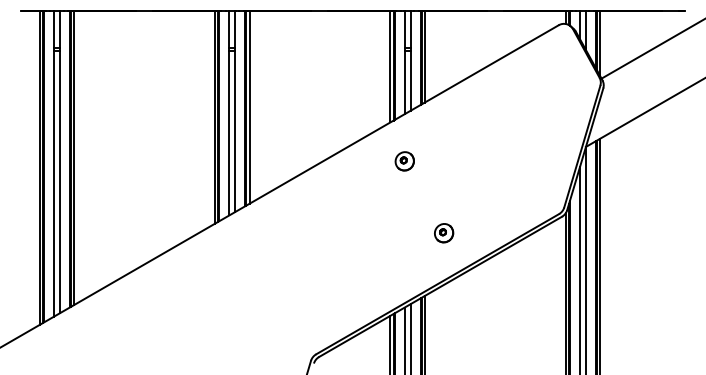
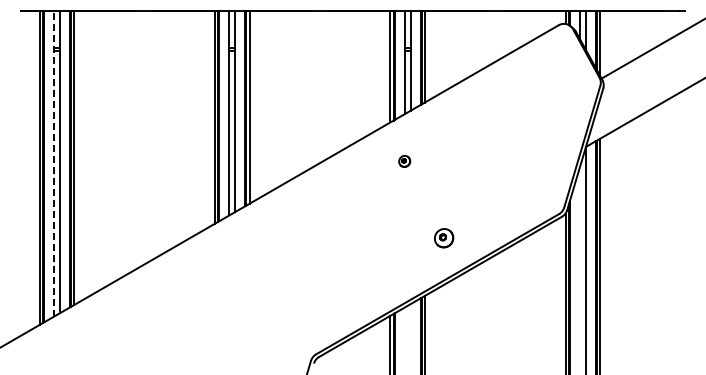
part at (404, 161) size: 21x21 px -> 14x13 px
line at (54, 164): solid -> dashed
part at (444, 233) position: (444, 233) -> (444, 238)
line at (580, 268): present -> none
line at (410, 337): present -> none
line at (404, 339): present -> none
